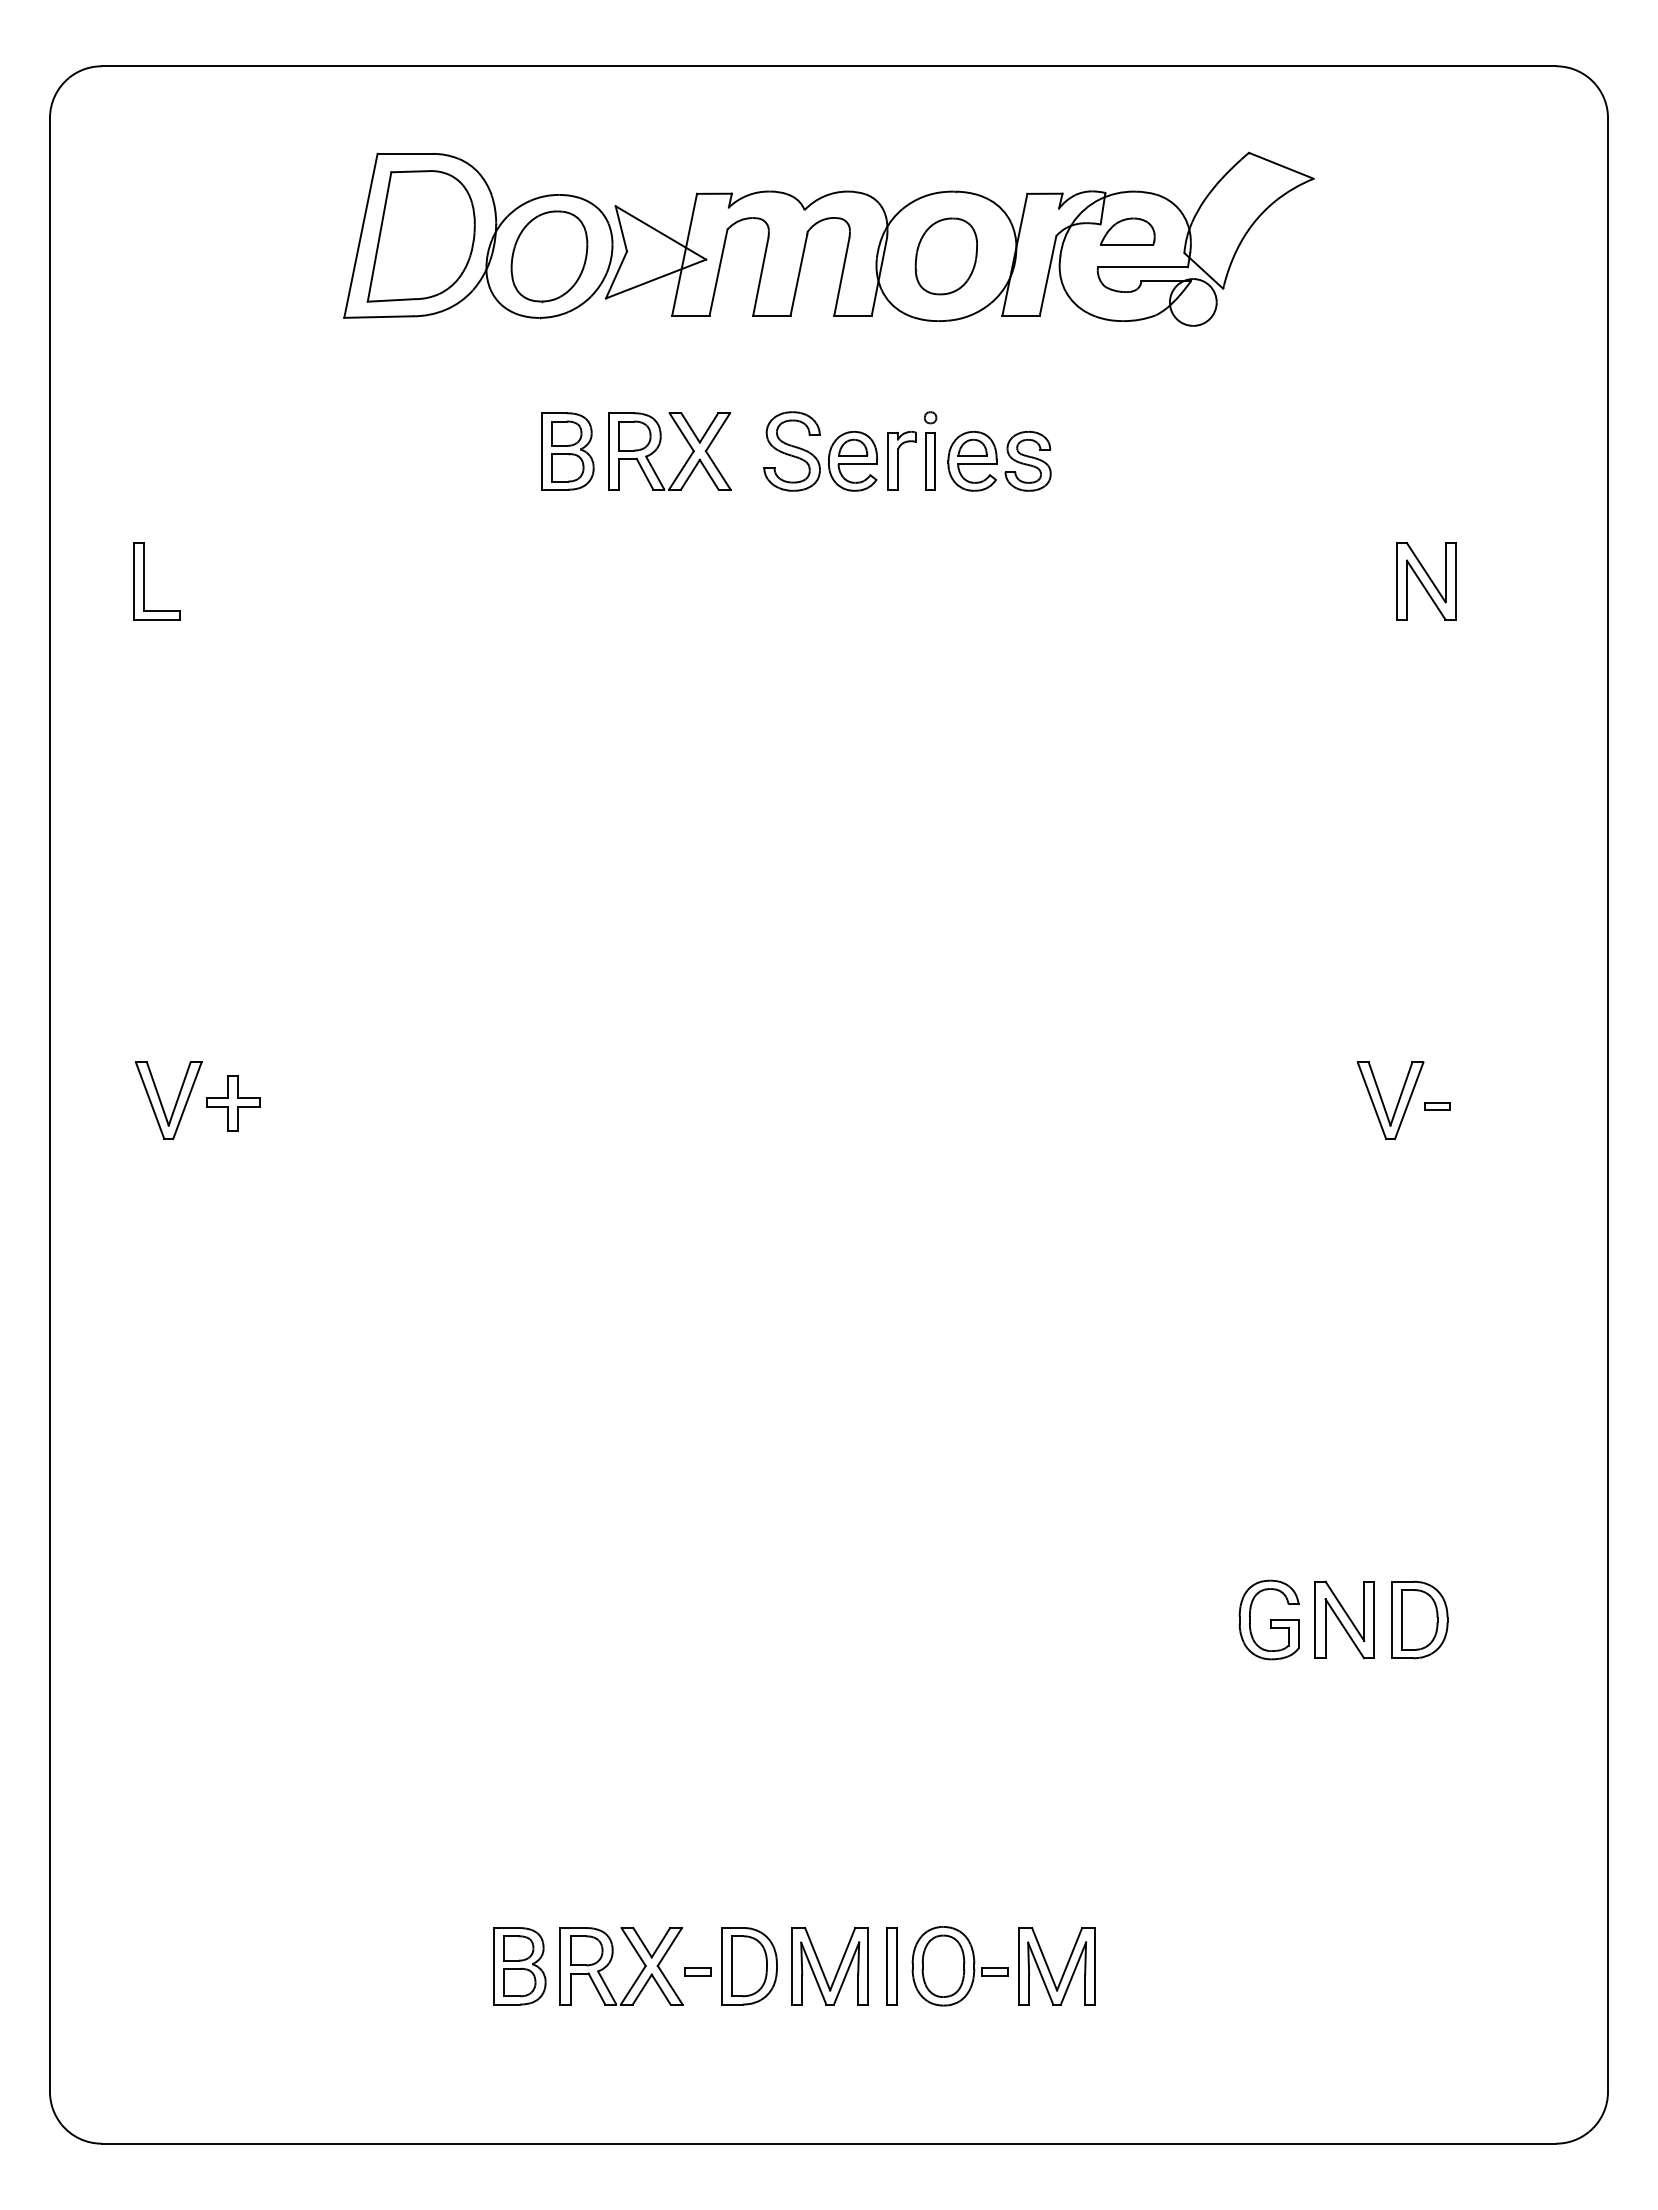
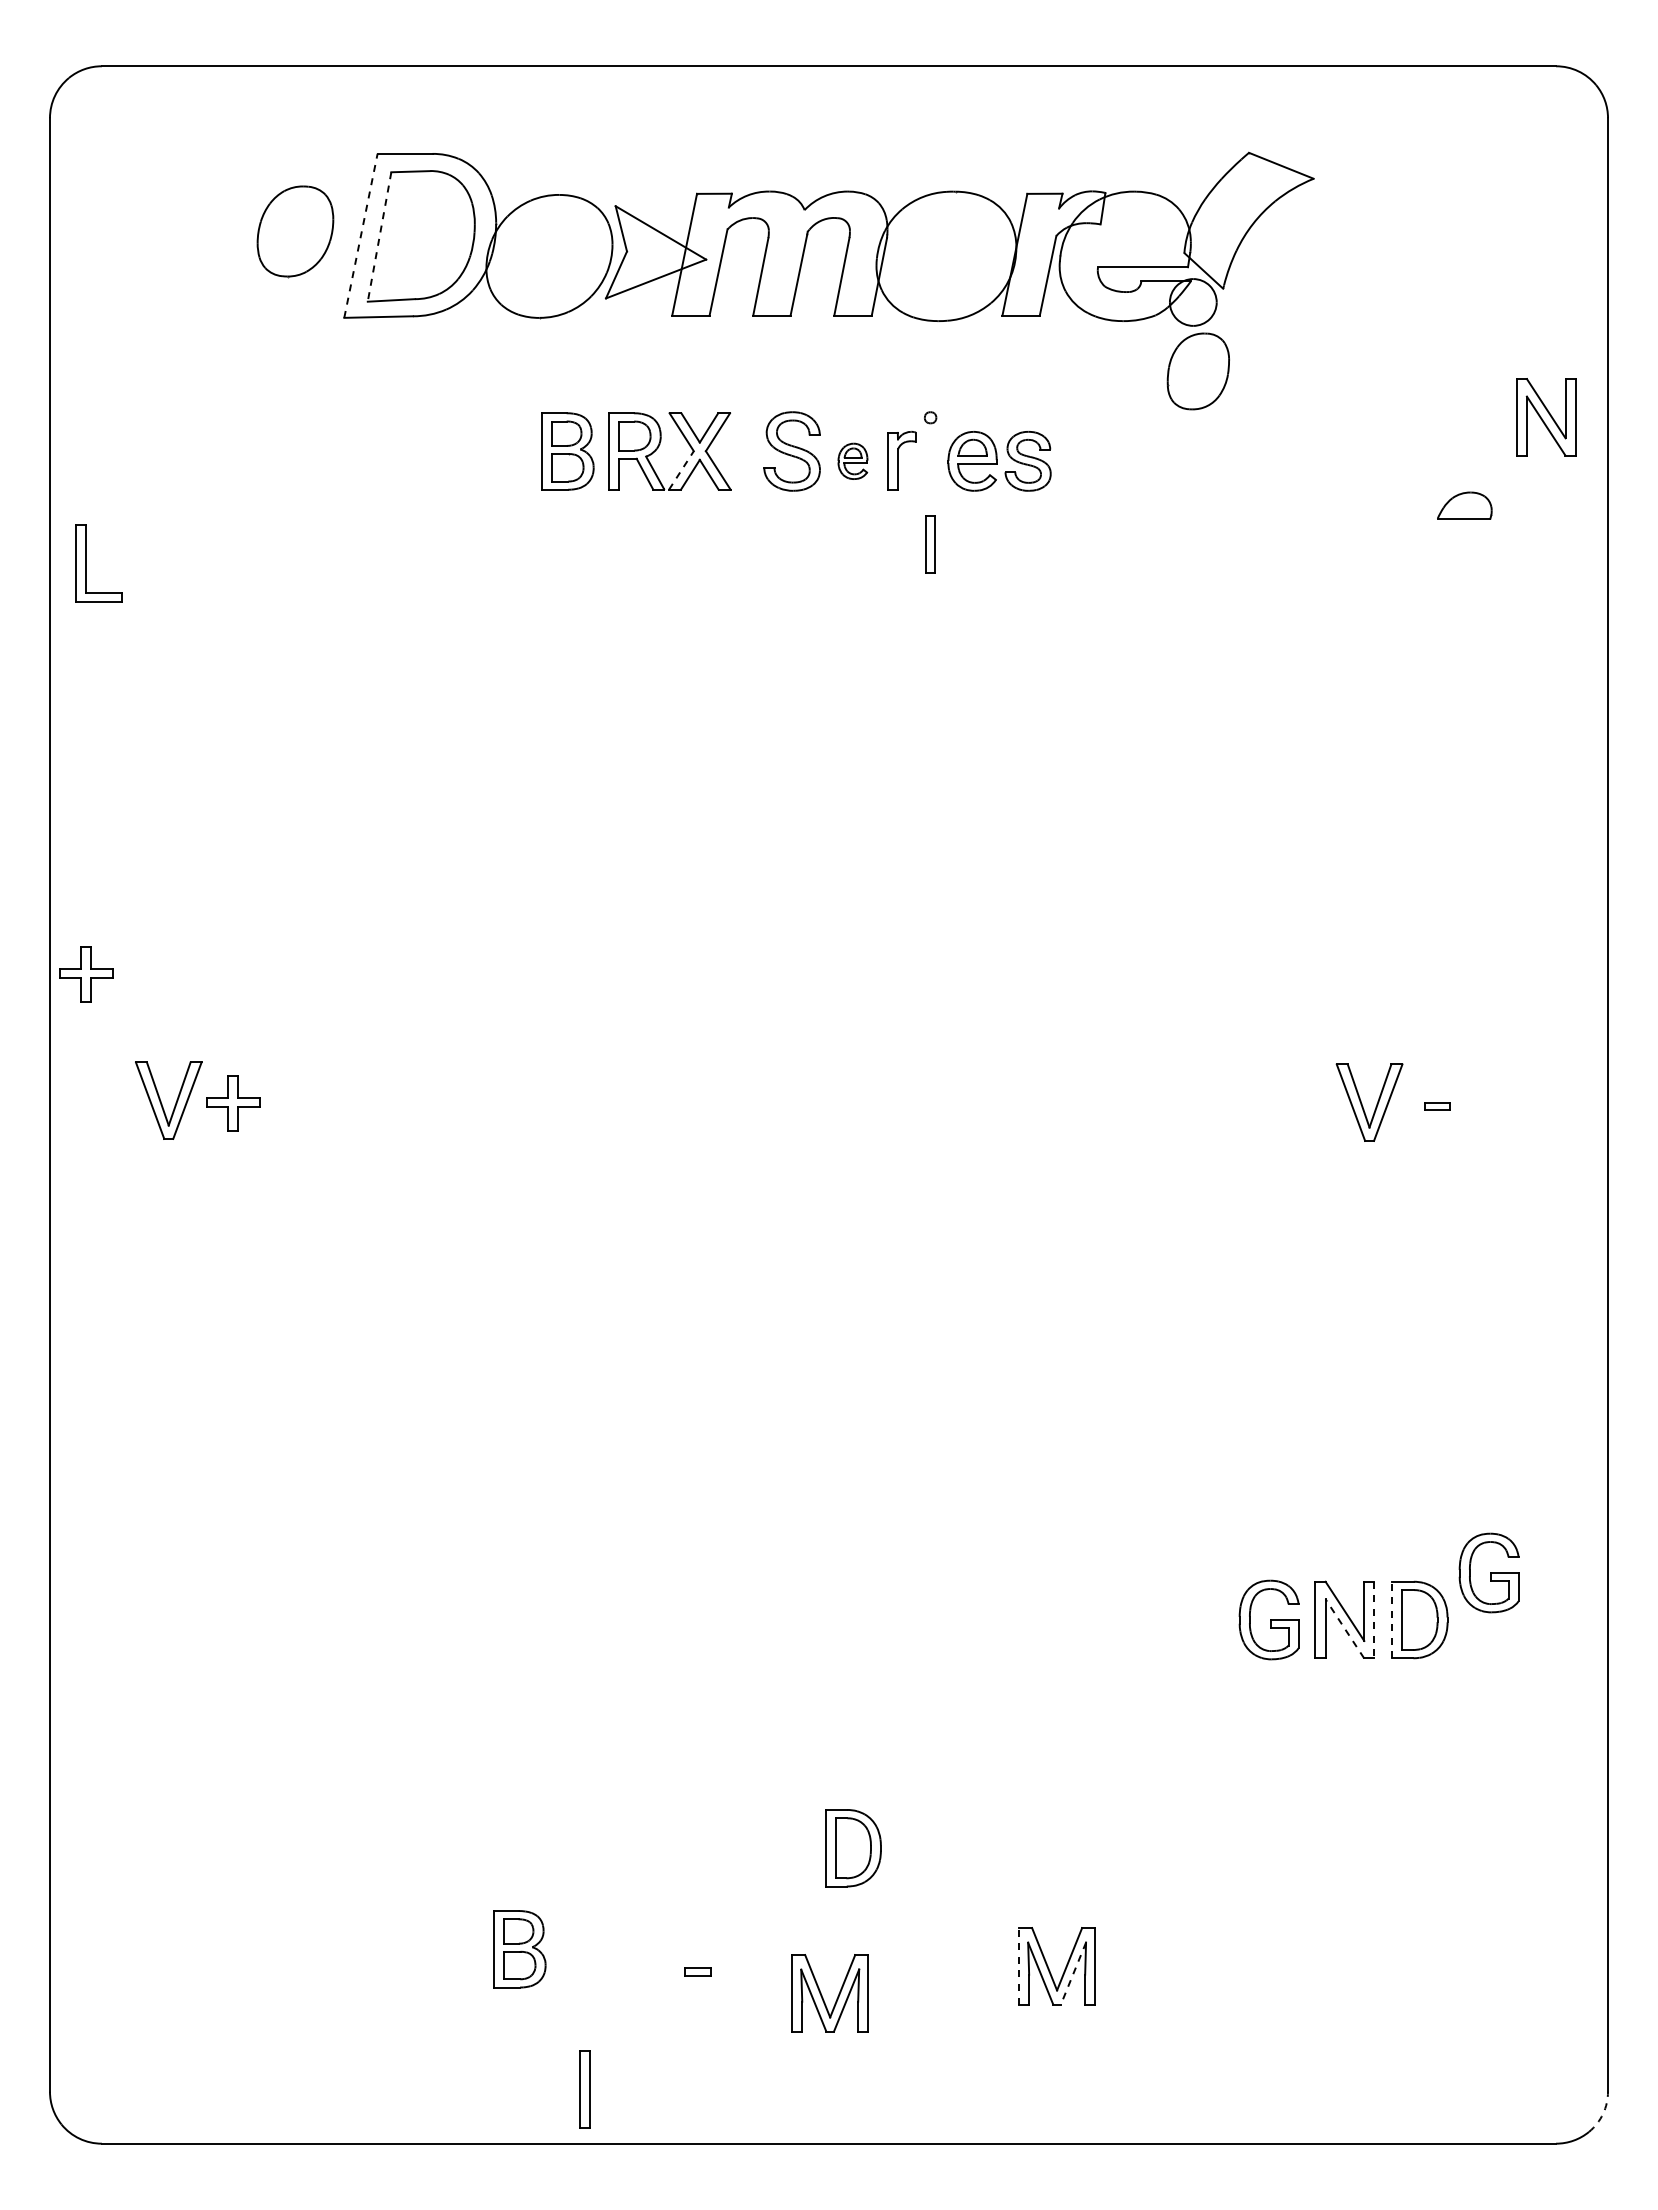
part at (1127, 231) position: (1127, 231) -> (1464, 505)
line at (360, 235): solid -> dashed
line at (379, 237): solid -> dashed
part at (549, 256) position: (549, 256) -> (295, 231)
part at (945, 256) position: (945, 256) -> (1197, 371)
part at (852, 461) size: 50x61 px -> 32x38 px
part at (930, 461) position: (930, 461) -> (930, 544)
line at (681, 470): solid -> dashed
part at (144, 581) position: (144, 581) -> (86, 563)
part at (1426, 581) position: (1426, 581) -> (1546, 417)
part at (86, 974): none -> present
part at (1383, 1101) position: (1383, 1101) -> (1362, 1103)
part at (1488, 1572): none -> present
line at (1392, 1619): solid -> dashed
line at (1374, 1620): solid -> dashed
line at (1344, 1628): solid -> dashed
part at (611, 1961): present -> none
line at (1019, 1965): solid -> dashed
part at (519, 1966) position: (519, 1966) -> (519, 1949)
part at (749, 1966) position: (749, 1966) -> (853, 1848)
part at (891, 1966) position: (891, 1966) -> (584, 2089)
part at (959, 1966): present -> none
part at (823, 1970) position: (823, 1970) -> (823, 1997)
line at (1073, 1974): solid -> dashed
arc at (1603, 2113): solid -> dashed
